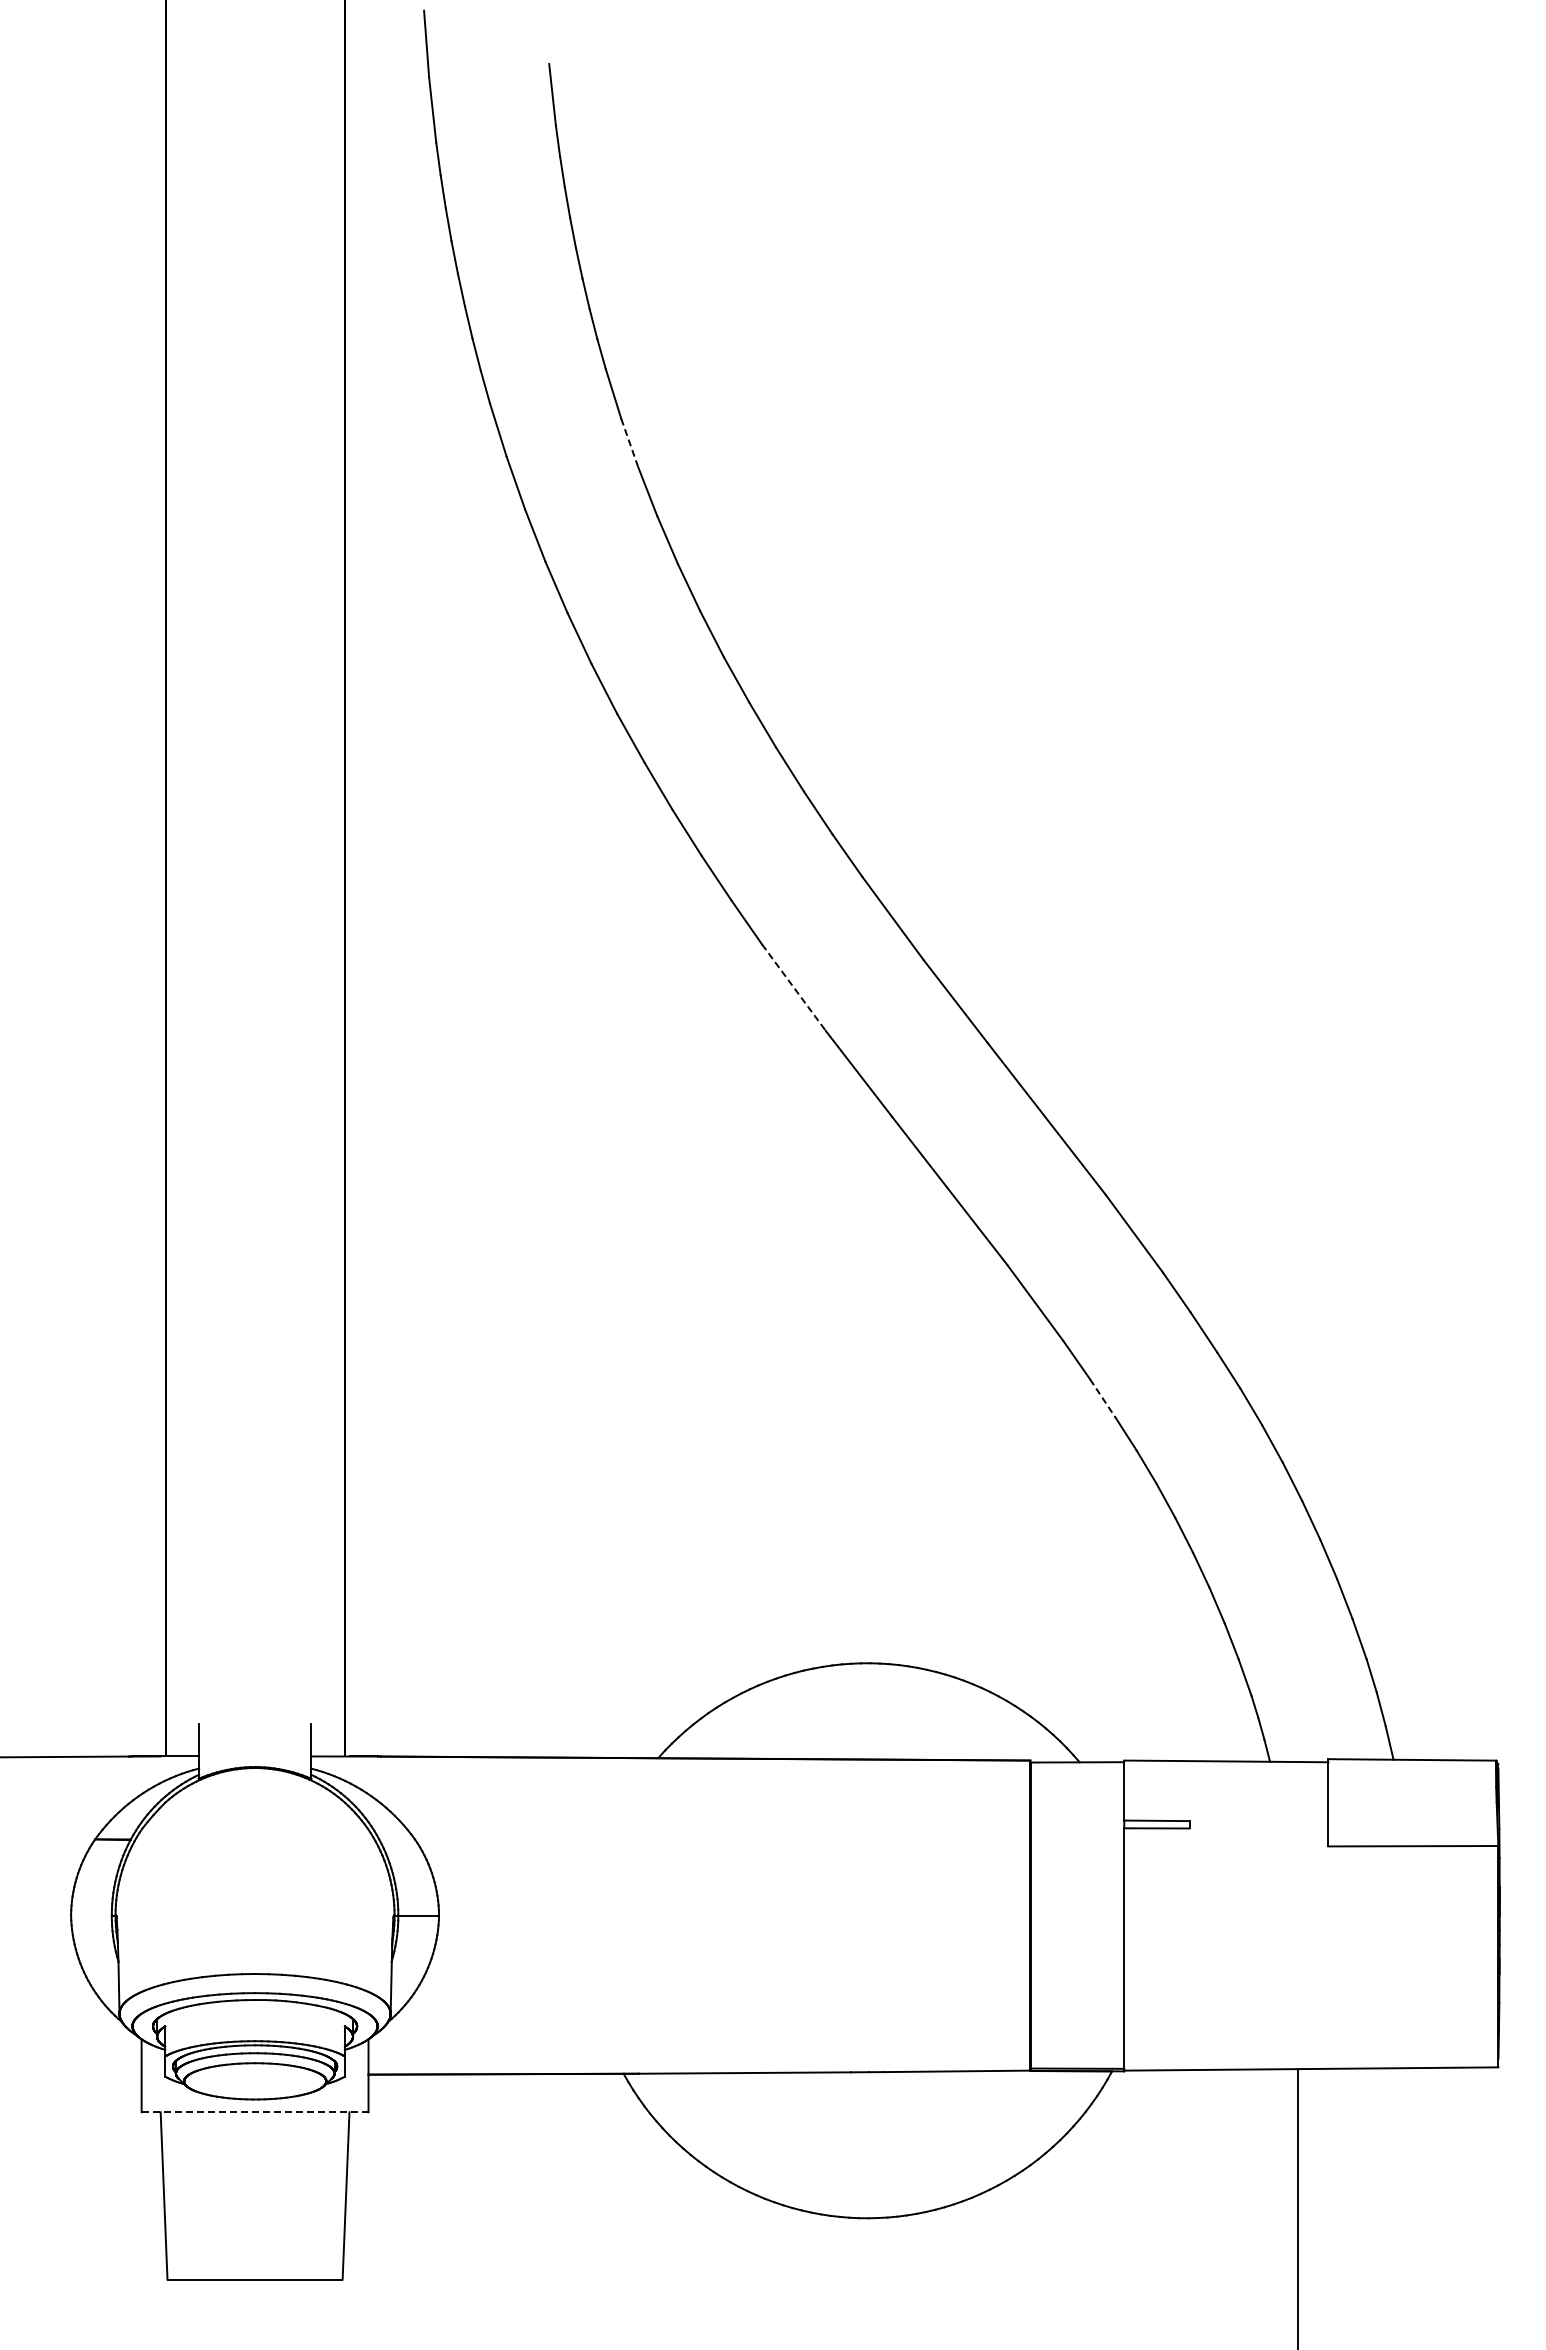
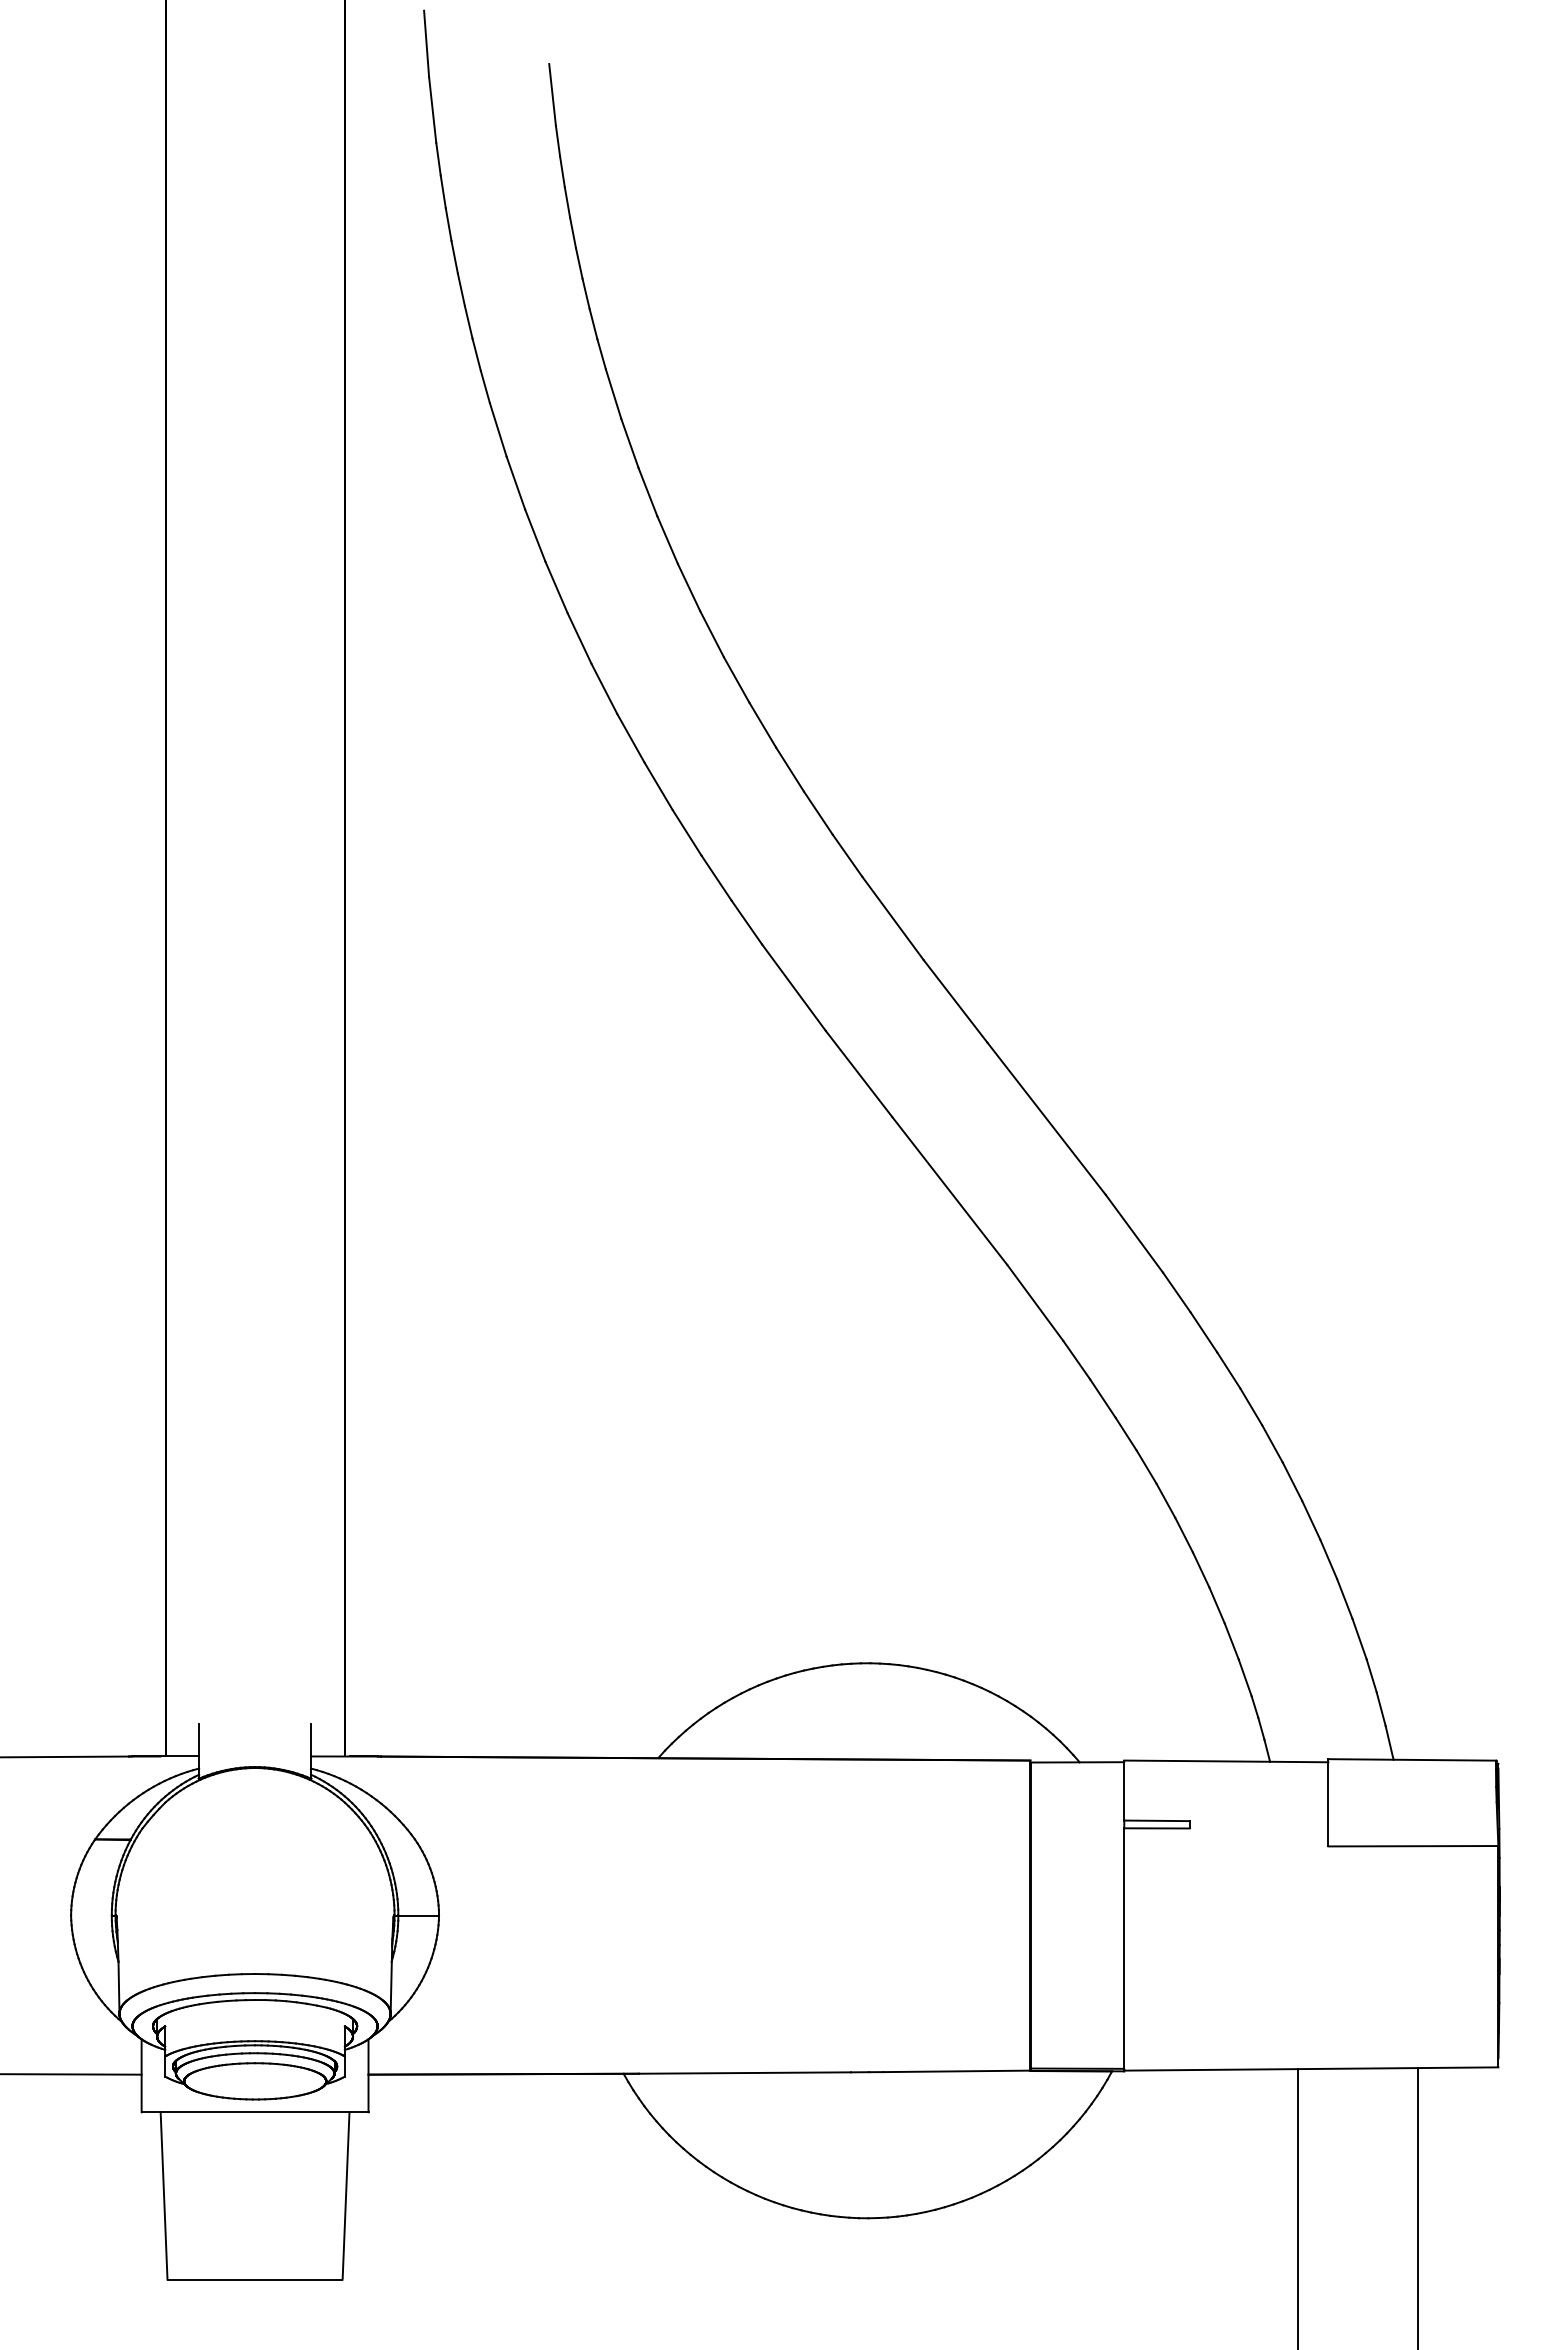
line at (629, 443): dashed -> solid
line at (793, 987): dashed -> solid
line at (1103, 1399): dashed -> solid
line at (71, 2074): none -> present
line at (255, 2112): dashed -> solid
line at (1418, 2207): none -> present
